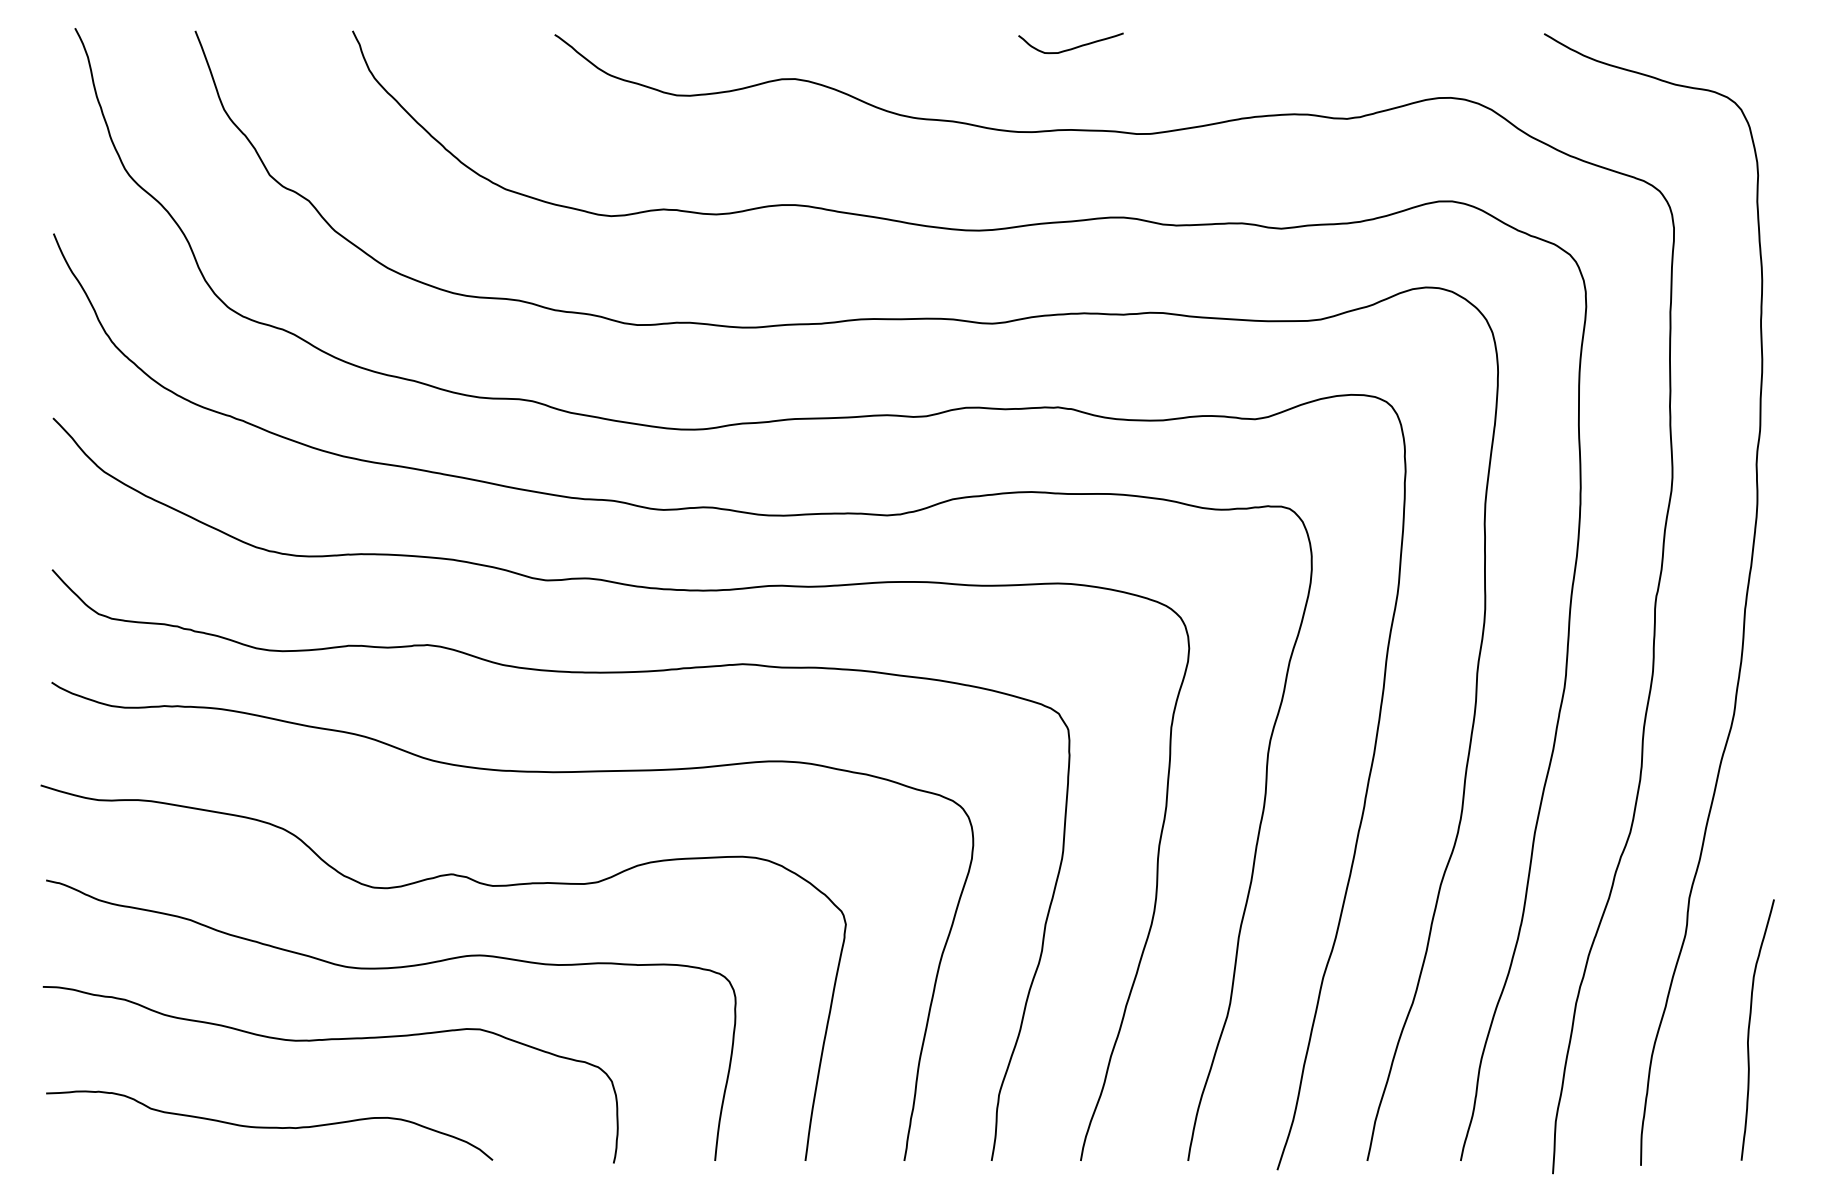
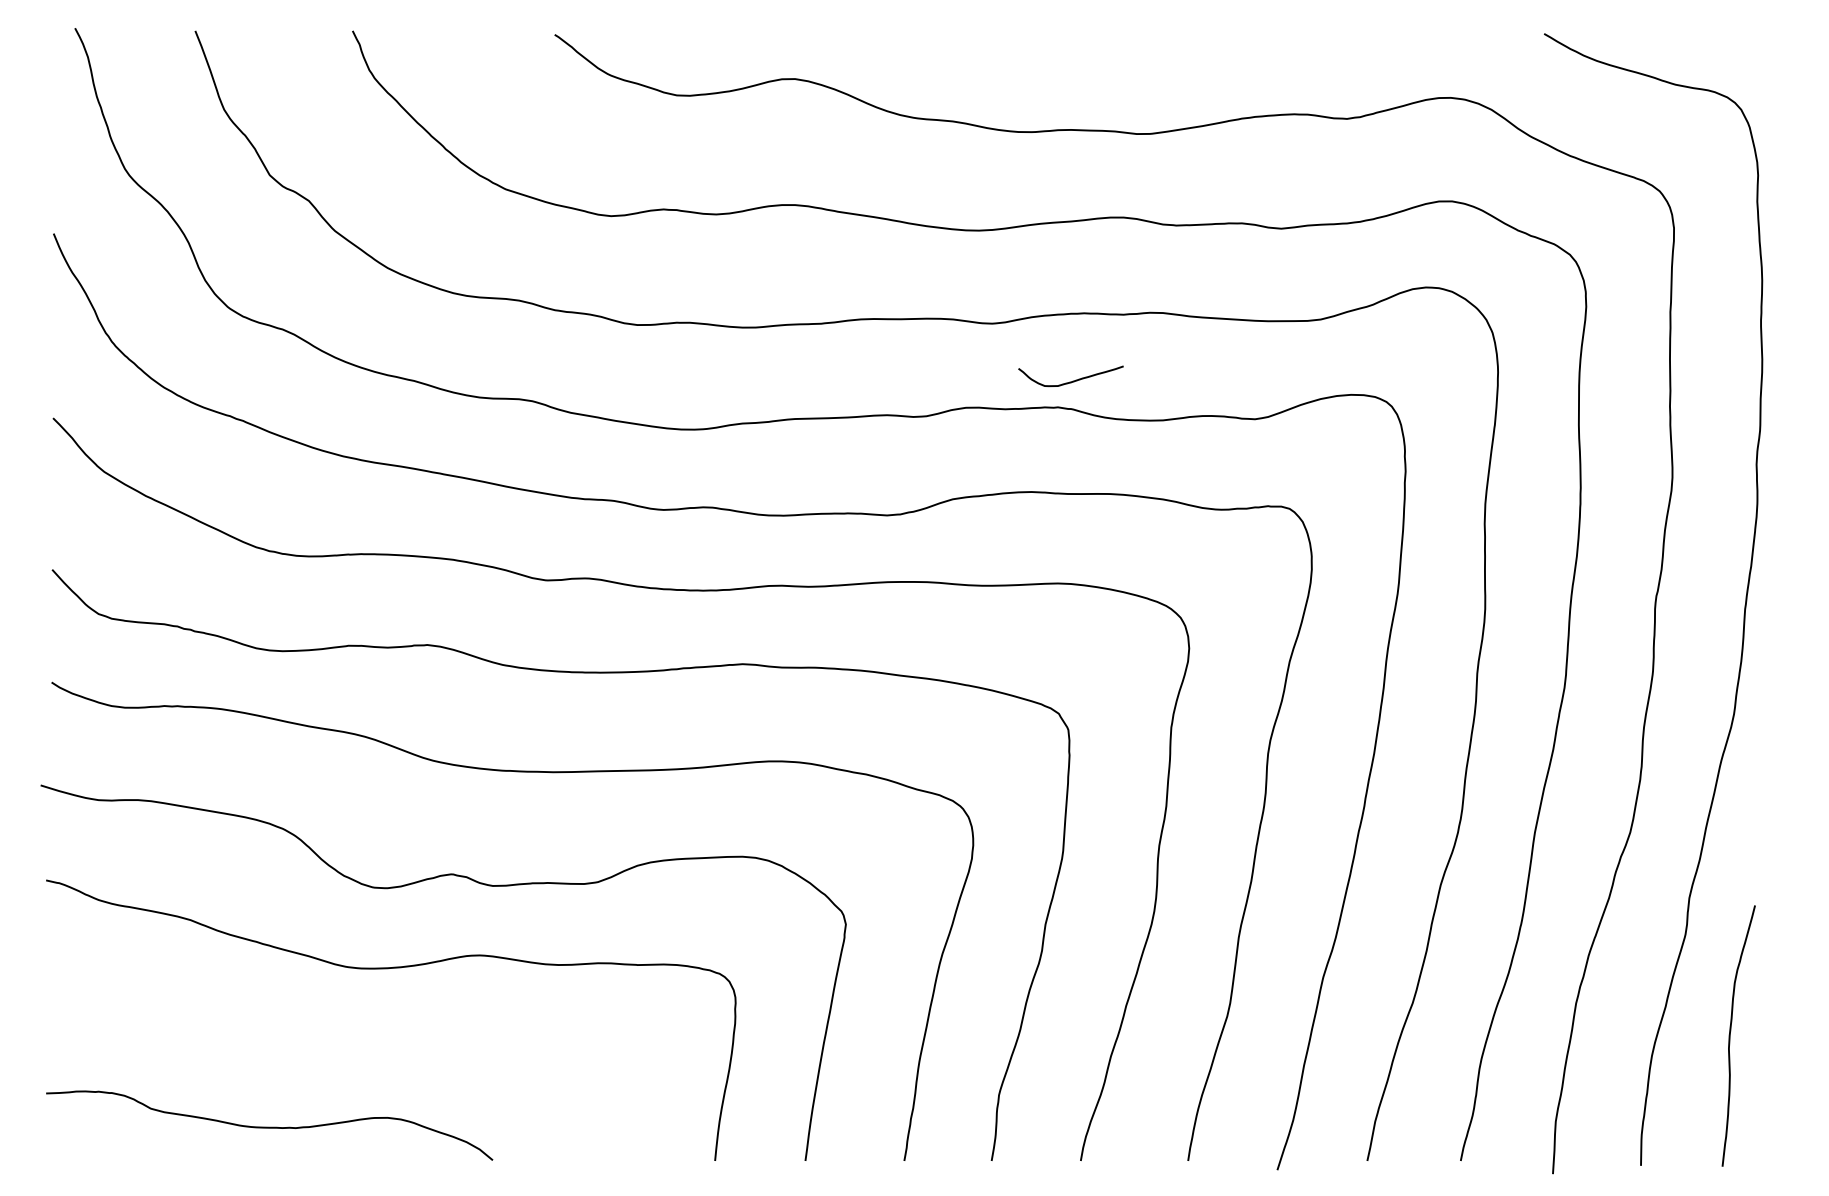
curve at (1073, 47) position: (1073, 47) -> (1073, 380)
curve at (1749, 1029) position: (1749, 1029) -> (1730, 1035)
curve at (330, 1040): present -> none
